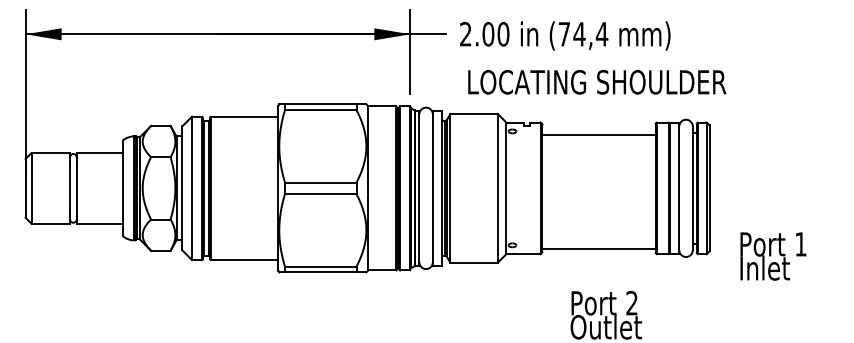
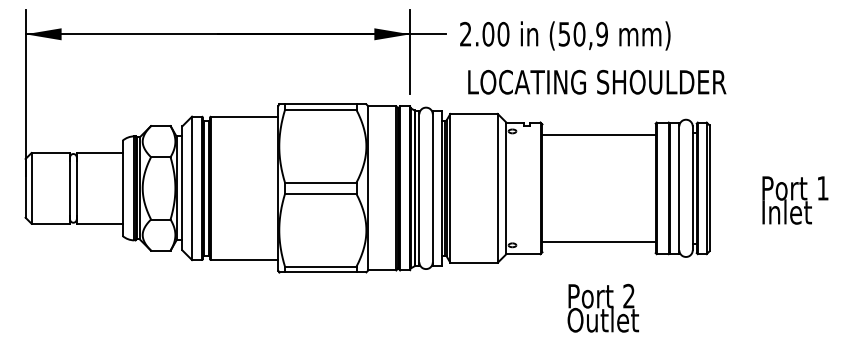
text at (583, 33): (74,4 -> (50,9
line at (598, 249) position: (598, 249) -> (598, 242)
text at (773, 256) position: (773, 256) -> (795, 200)
text at (605, 314) position: (605, 314) -> (602, 307)
